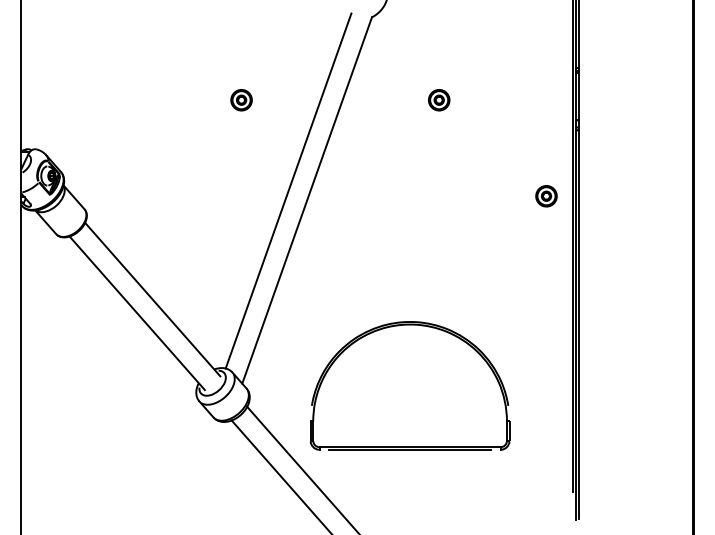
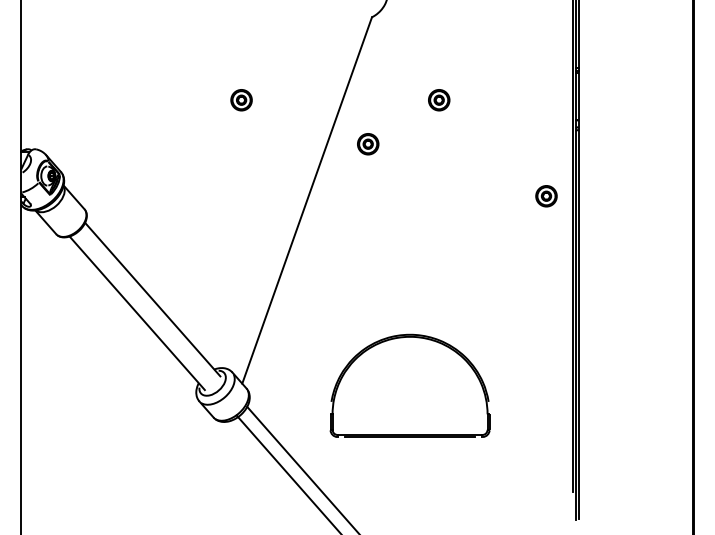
part at (368, 144): none -> present
line at (288, 190): present -> none
part at (409, 385) size: 202x130 px -> 162x105 px
line at (280, 475) position: (280, 475) -> (287, 473)
